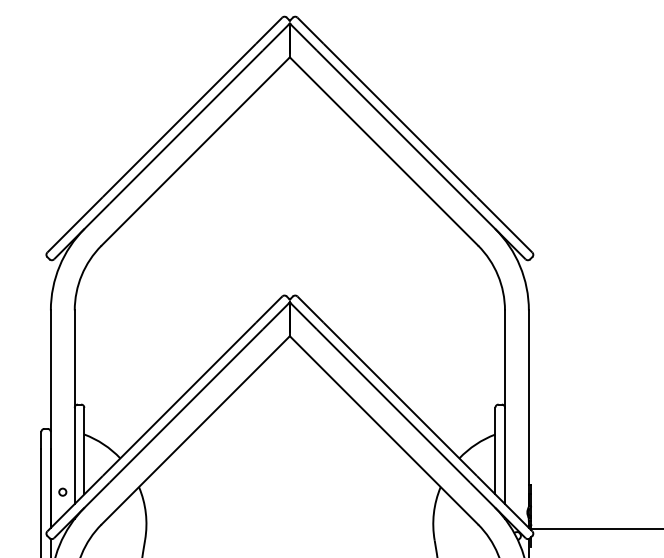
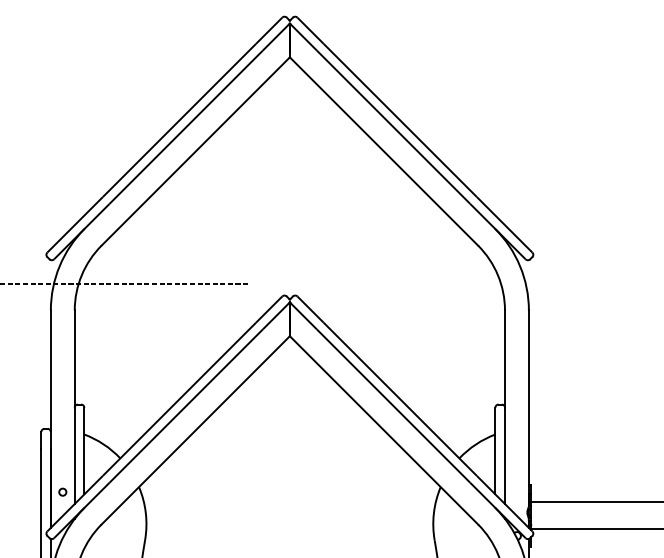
line at (126, 283): none -> present
line at (595, 502): none -> present
